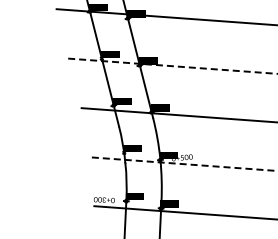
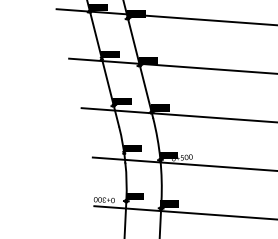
line at (172, 66): dashed -> solid
line at (185, 164): dashed -> solid
